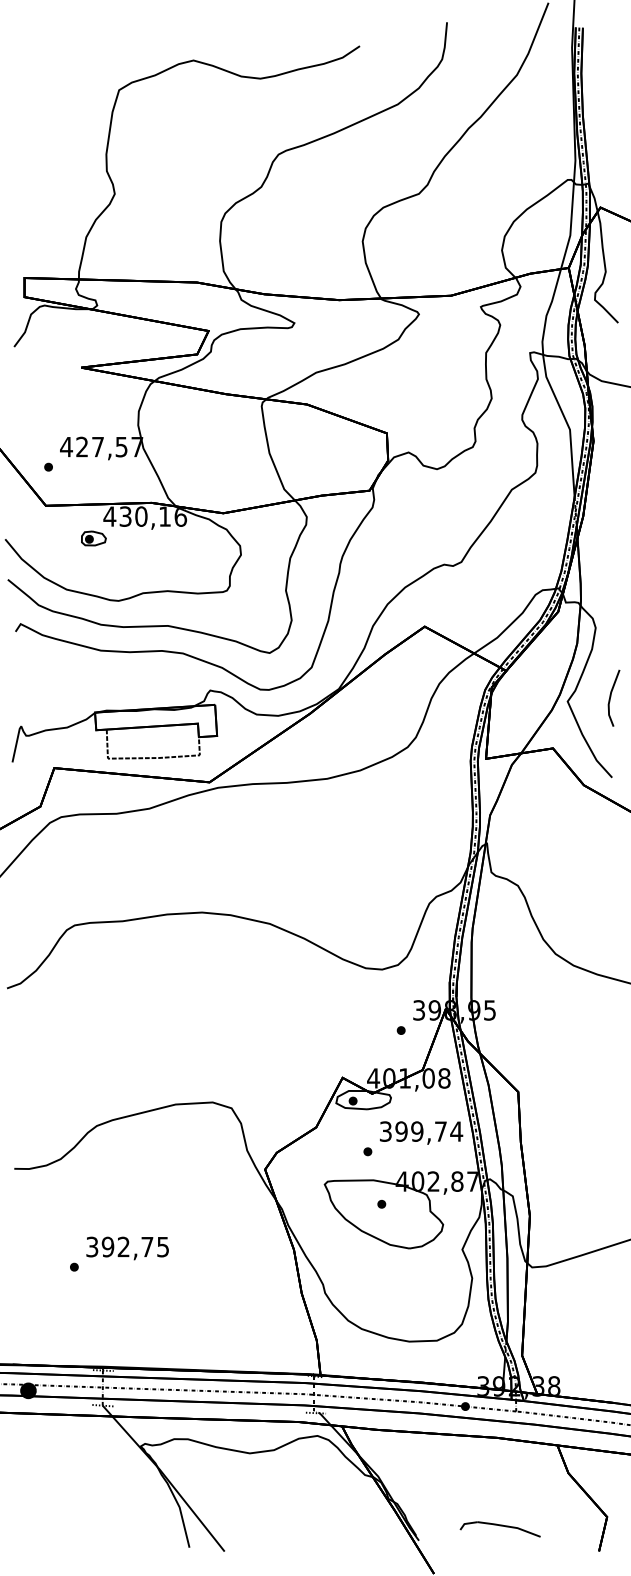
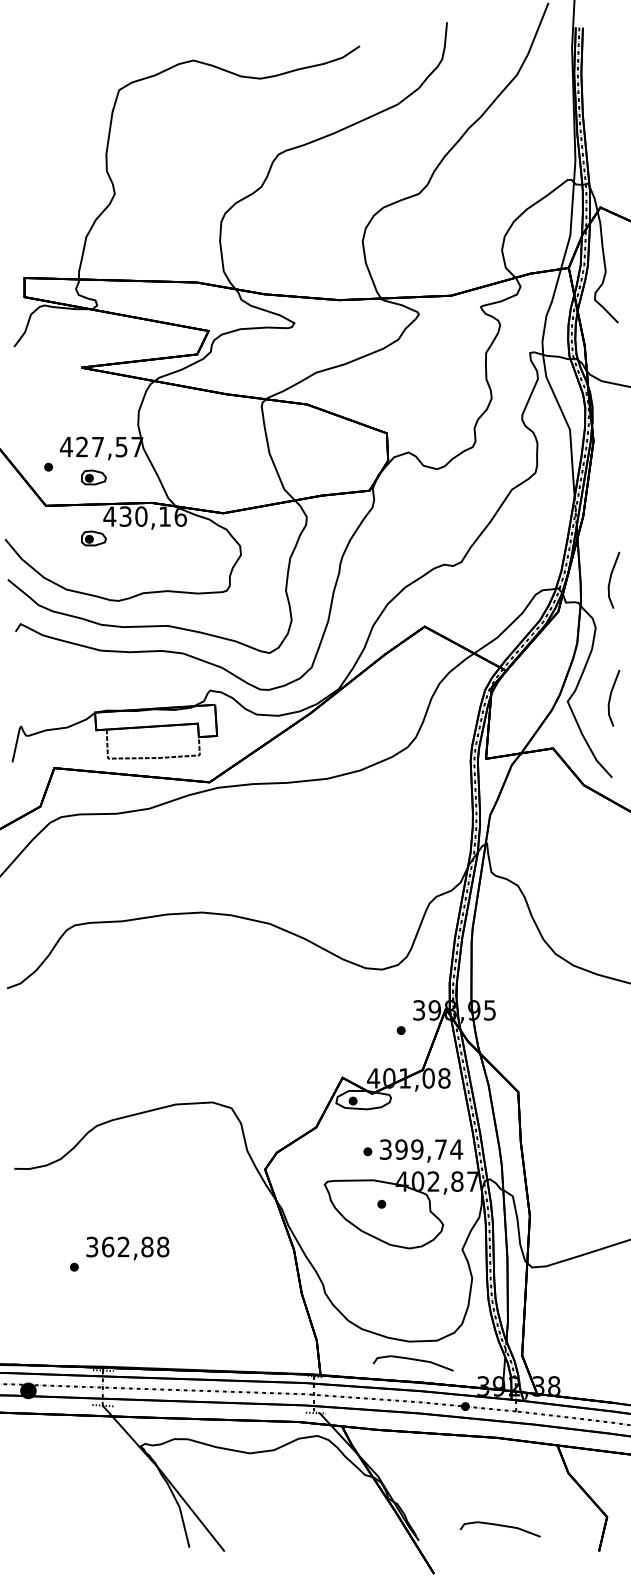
part at (93, 477): none -> present
line at (611, 579): none -> present
text at (421, 1132) position: (421, 1132) -> (421, 1150)
text at (135, 1246): 392,75 -> 362,88
part at (412, 1363): none -> present
